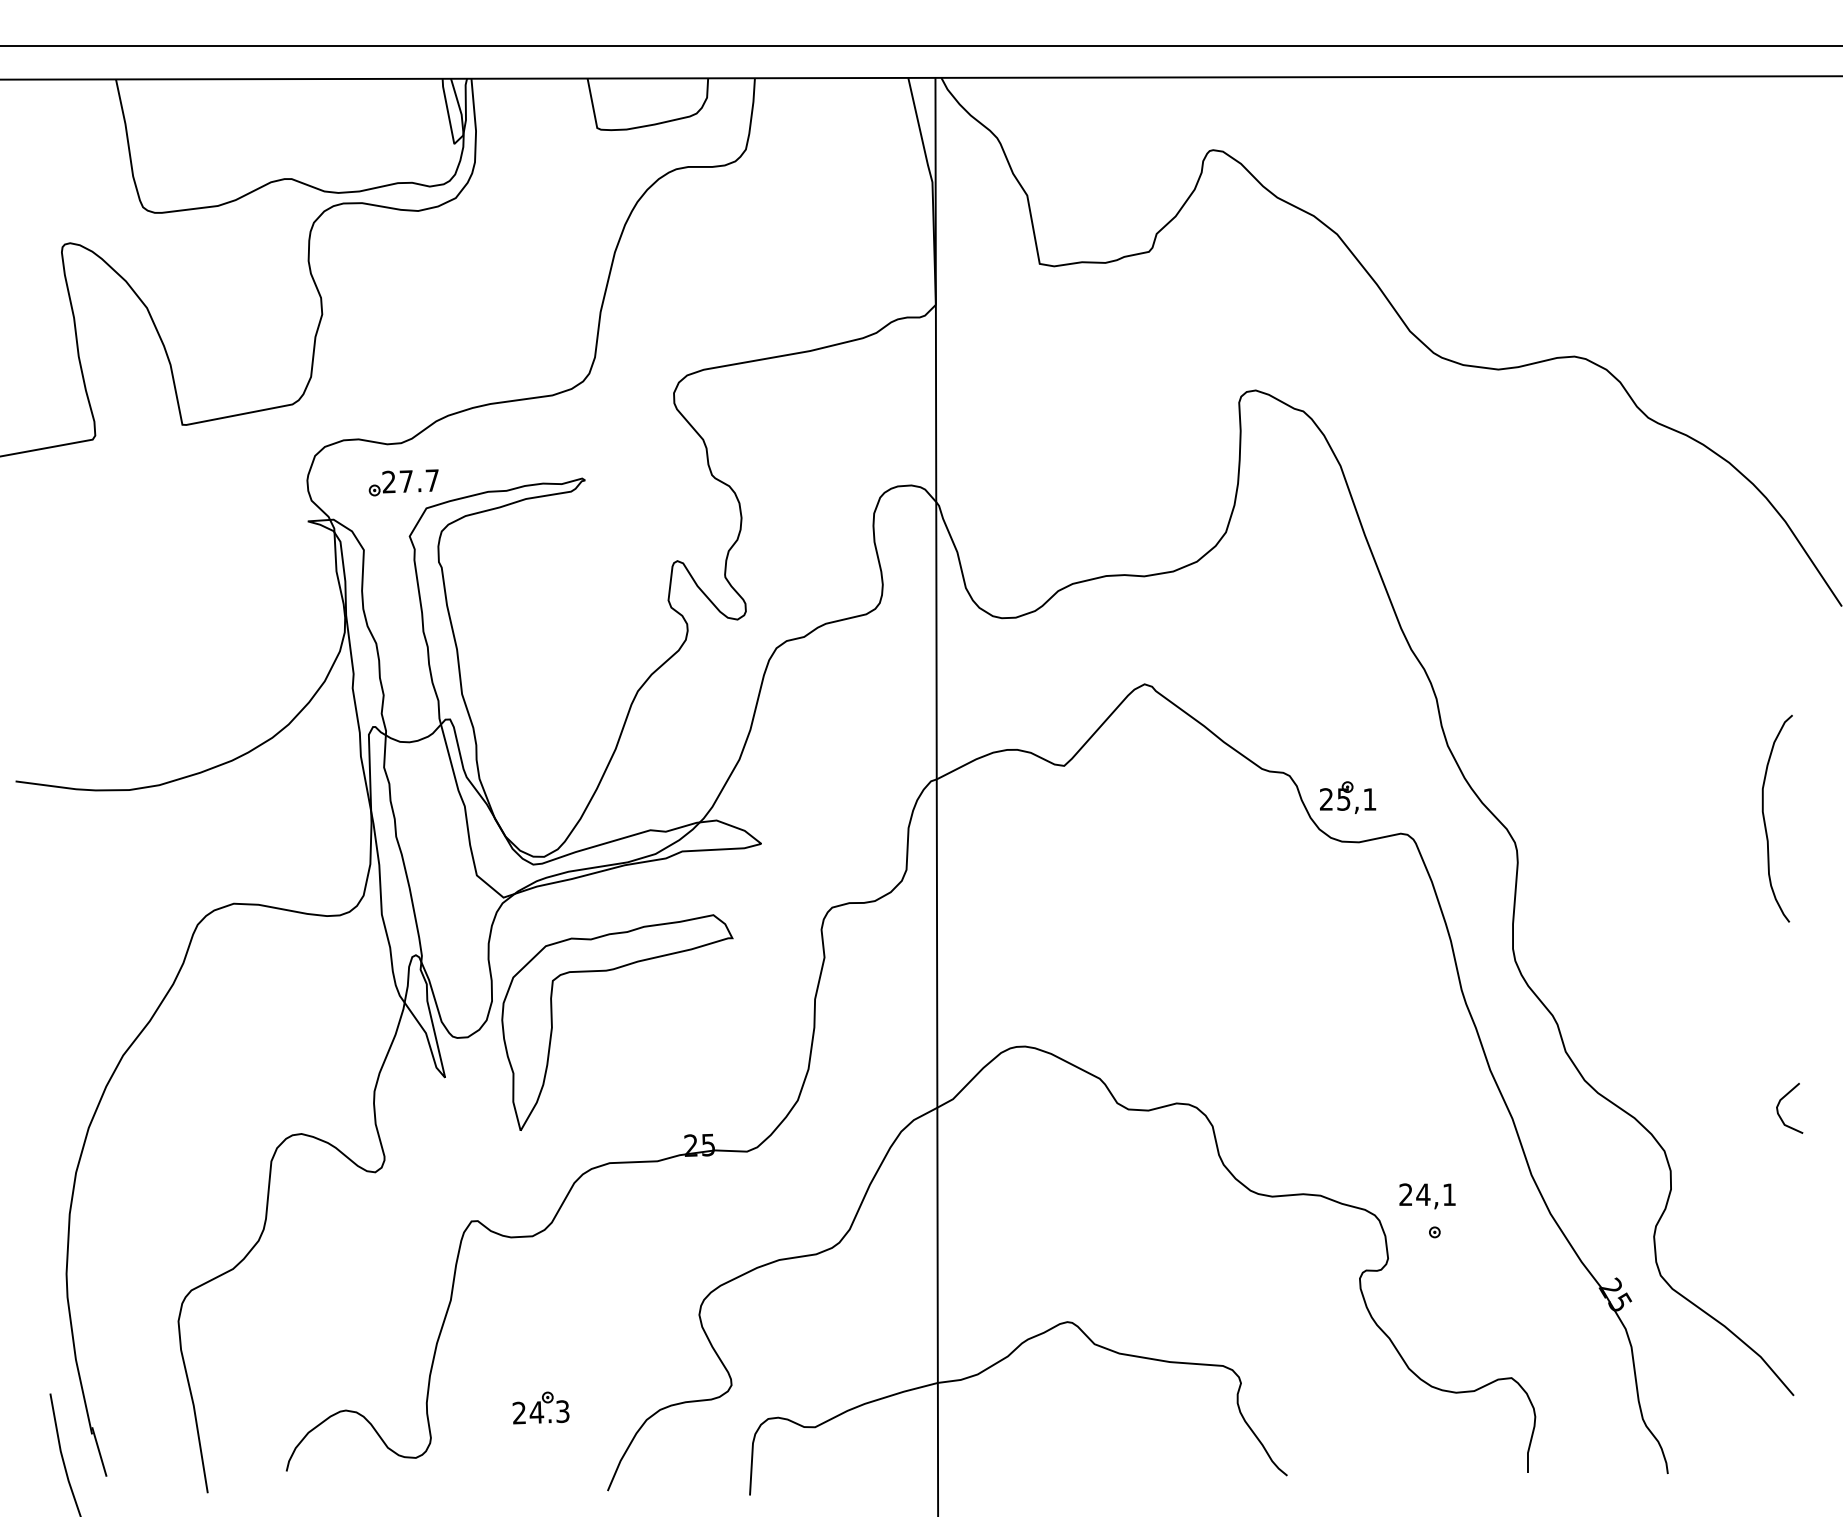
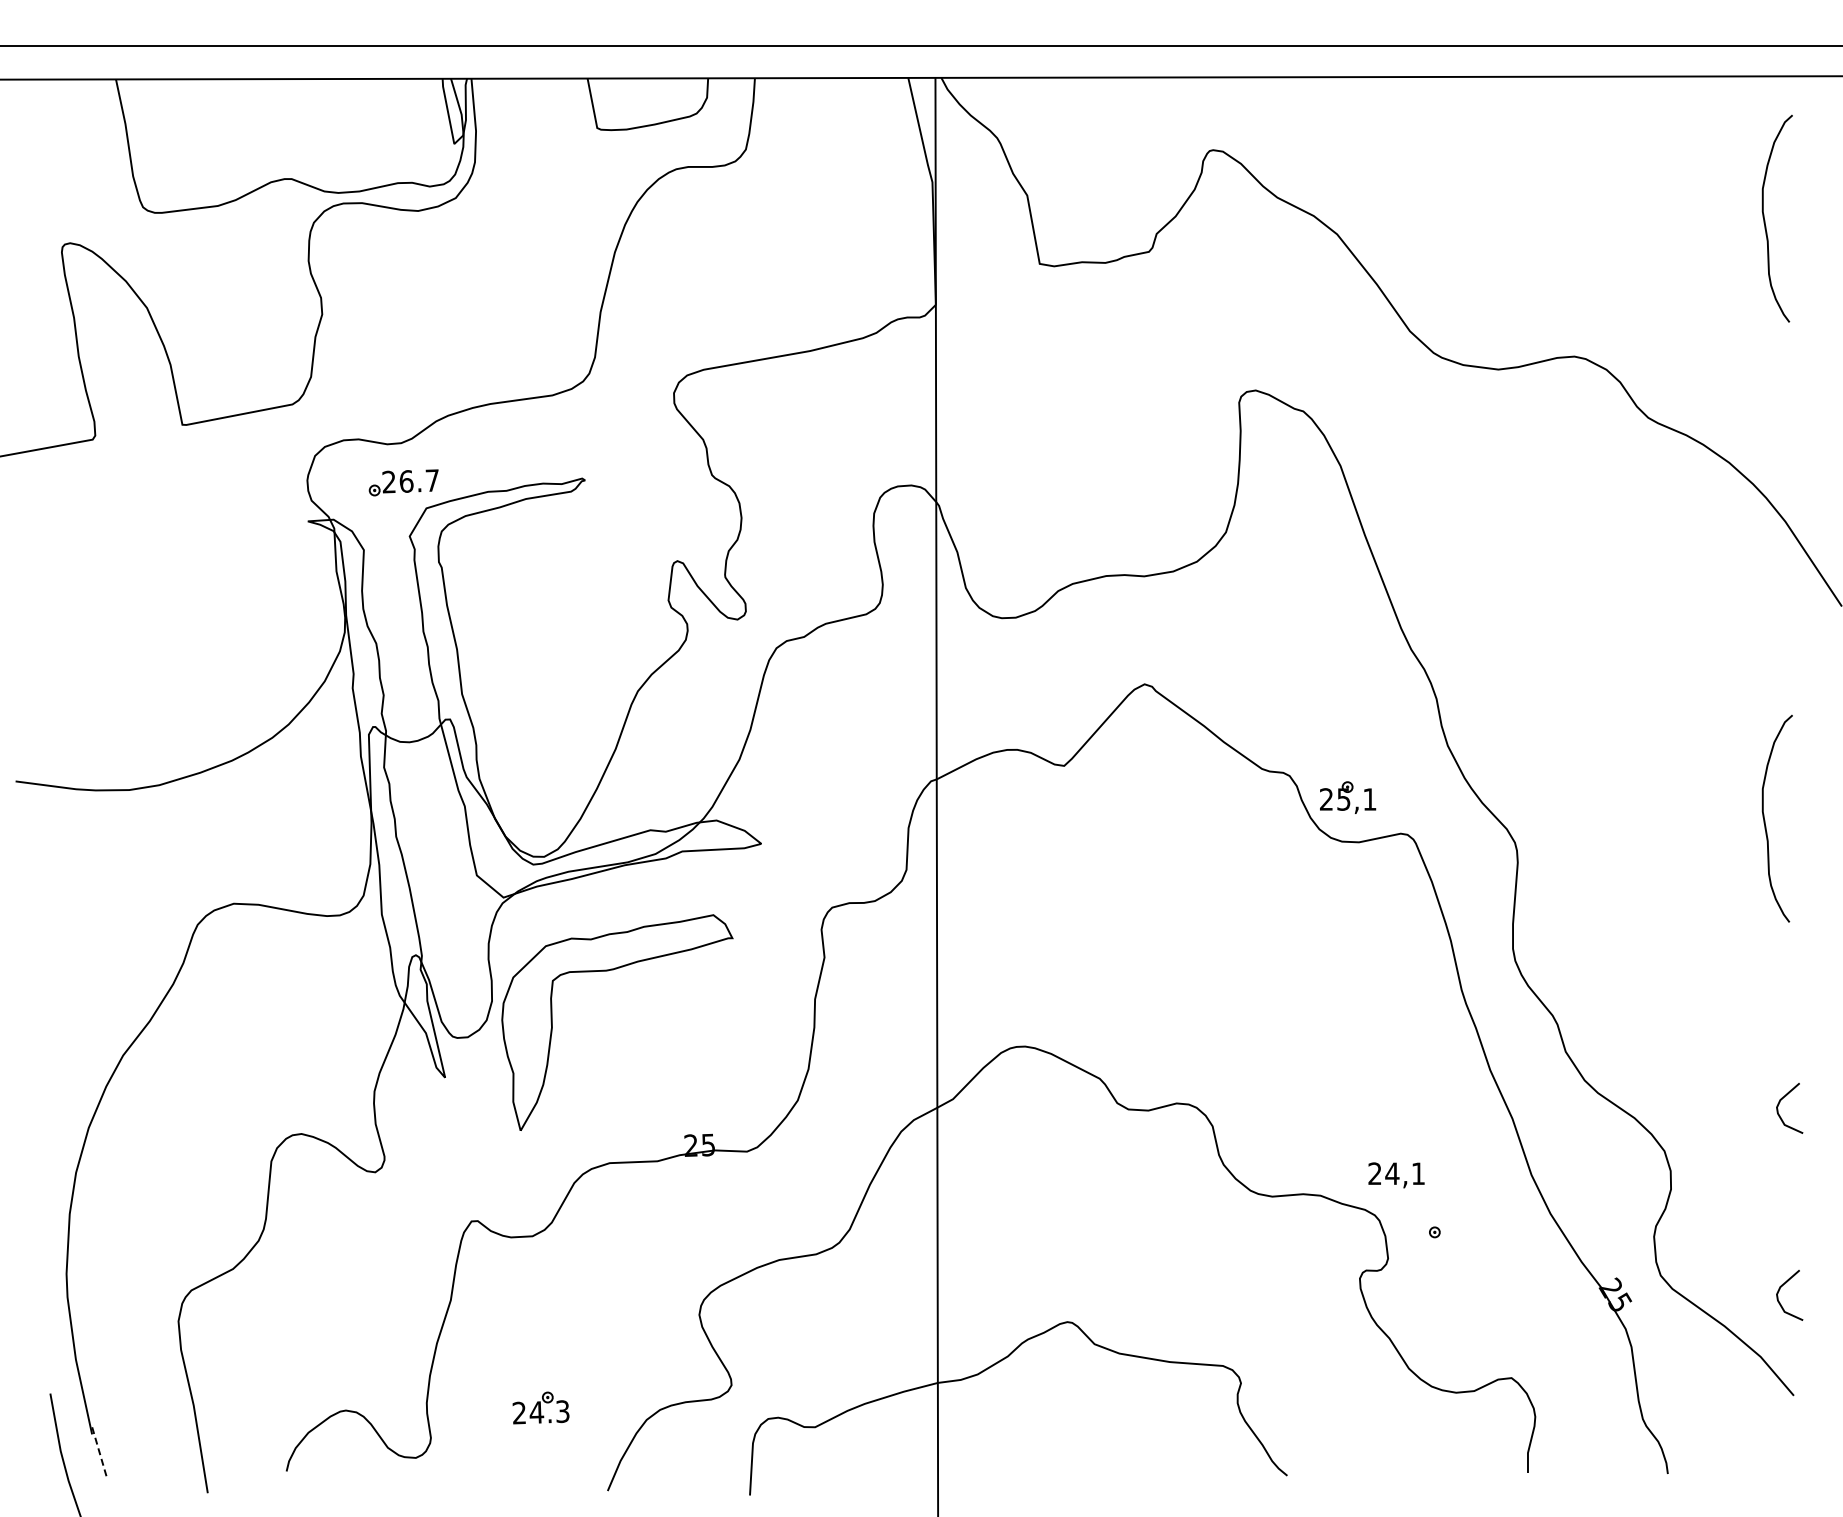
curve at (1765, 220): none -> present
text at (406, 481): 27.7 -> 26.7
text at (1427, 1196) position: (1427, 1196) -> (1396, 1175)
curve at (1779, 1291): none -> present
line at (99, 1451): solid -> dashed
